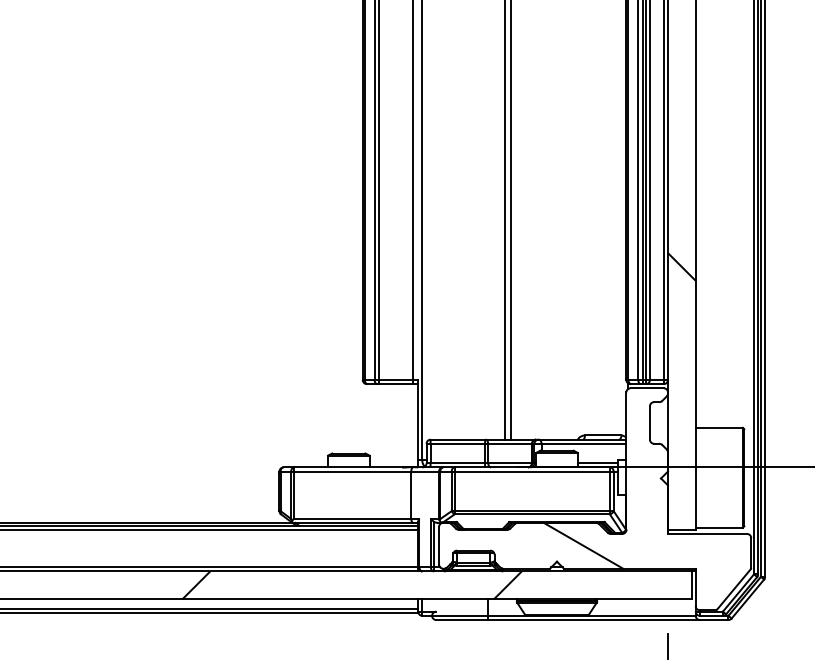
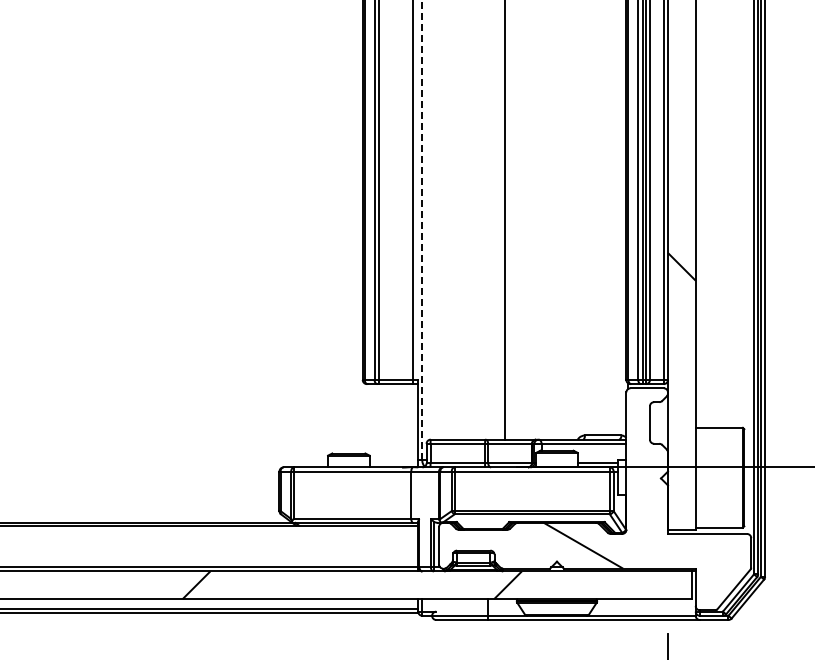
line at (510, 220): present -> none
line at (422, 230): solid -> dashed
line at (210, 529): present -> none
